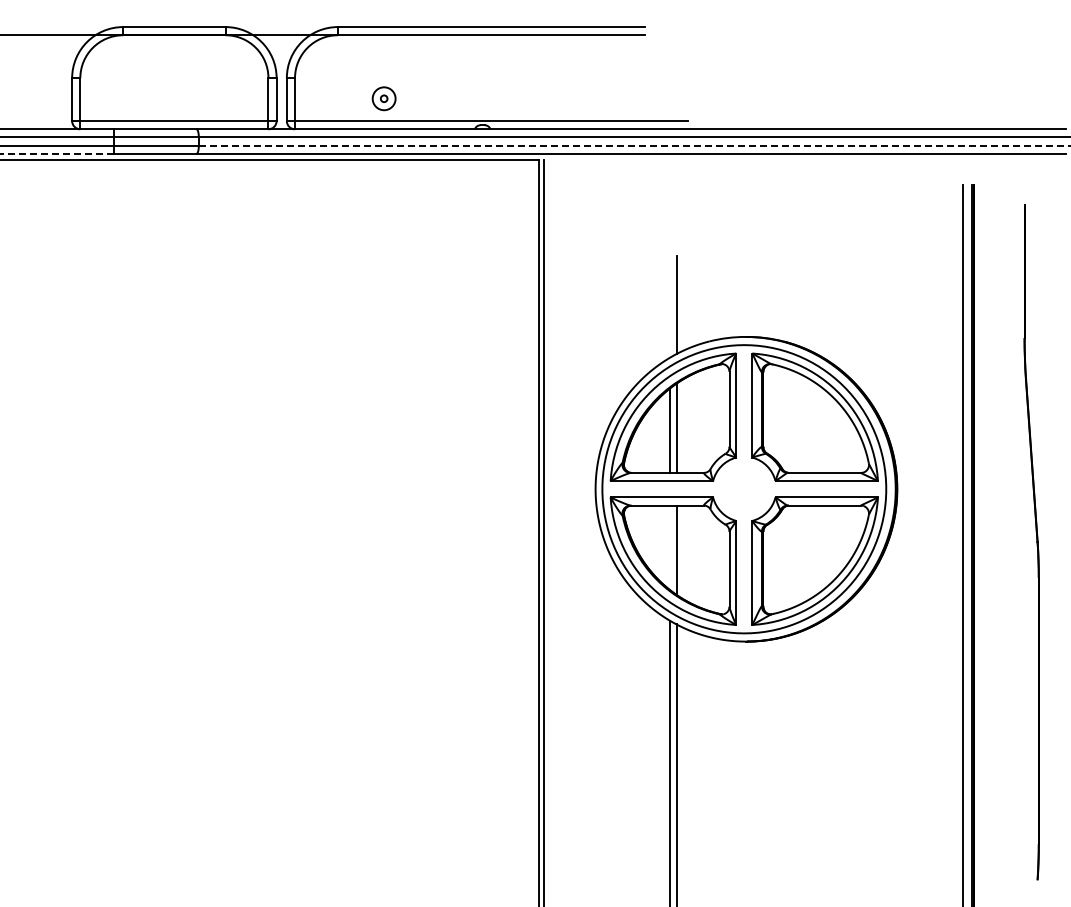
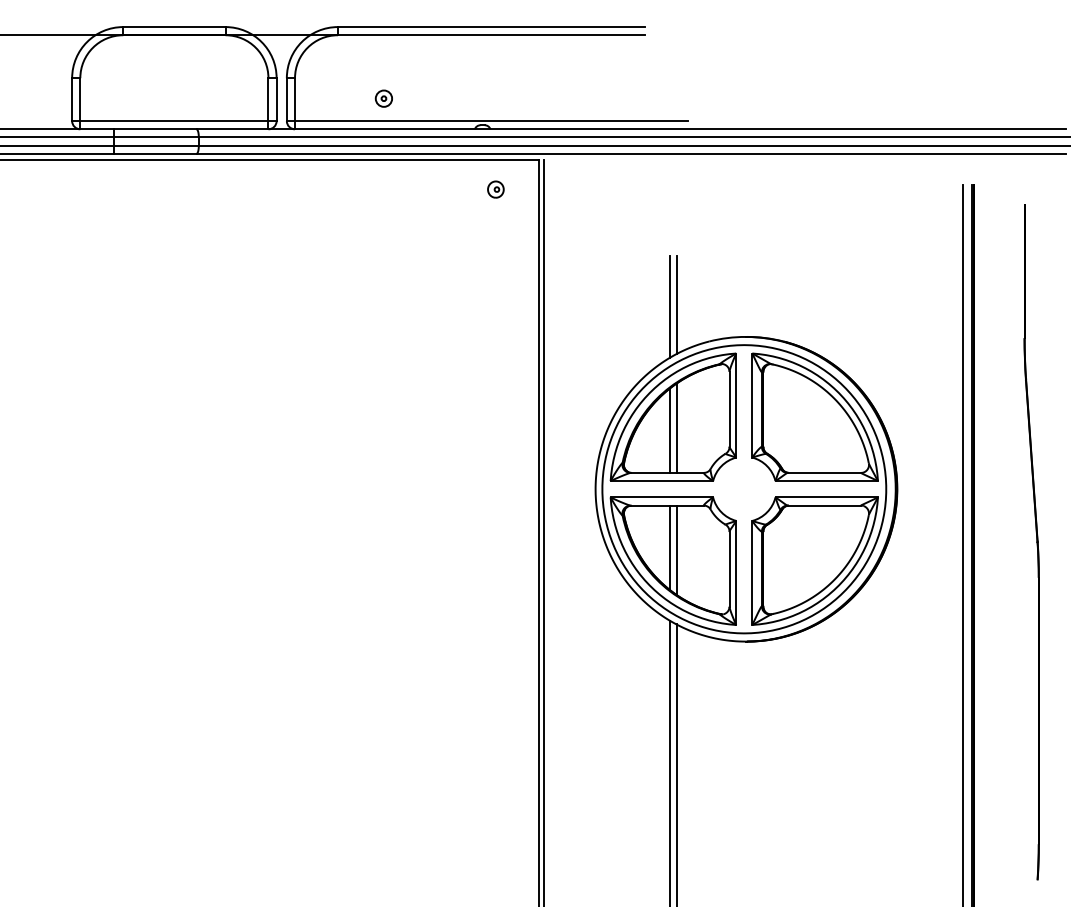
part at (383, 98) size: 26x26 px -> 19x19 px
line at (634, 145): dashed -> solid
line at (56, 153): dashed -> solid
part at (495, 189): none -> present
line at (669, 306): none -> present
line at (669, 547): none -> present
